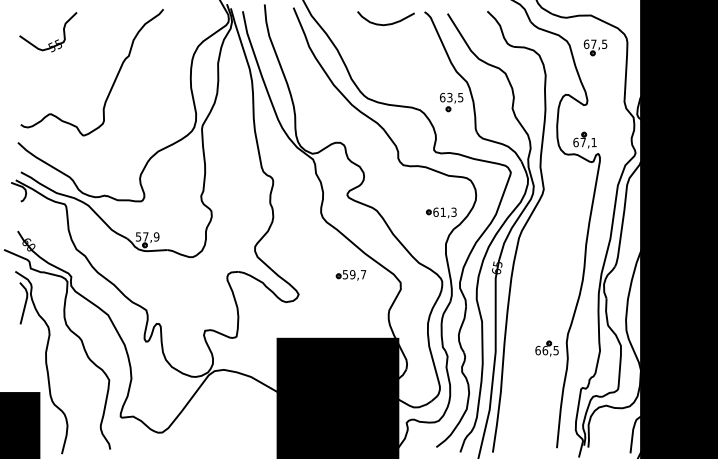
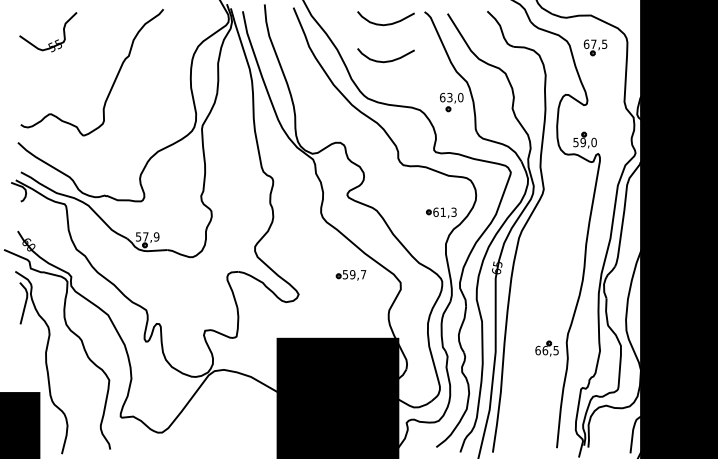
curve at (386, 60): none -> present
text at (460, 97): 63,5 -> 63,0
text at (584, 142): 67,1 -> 59,0
